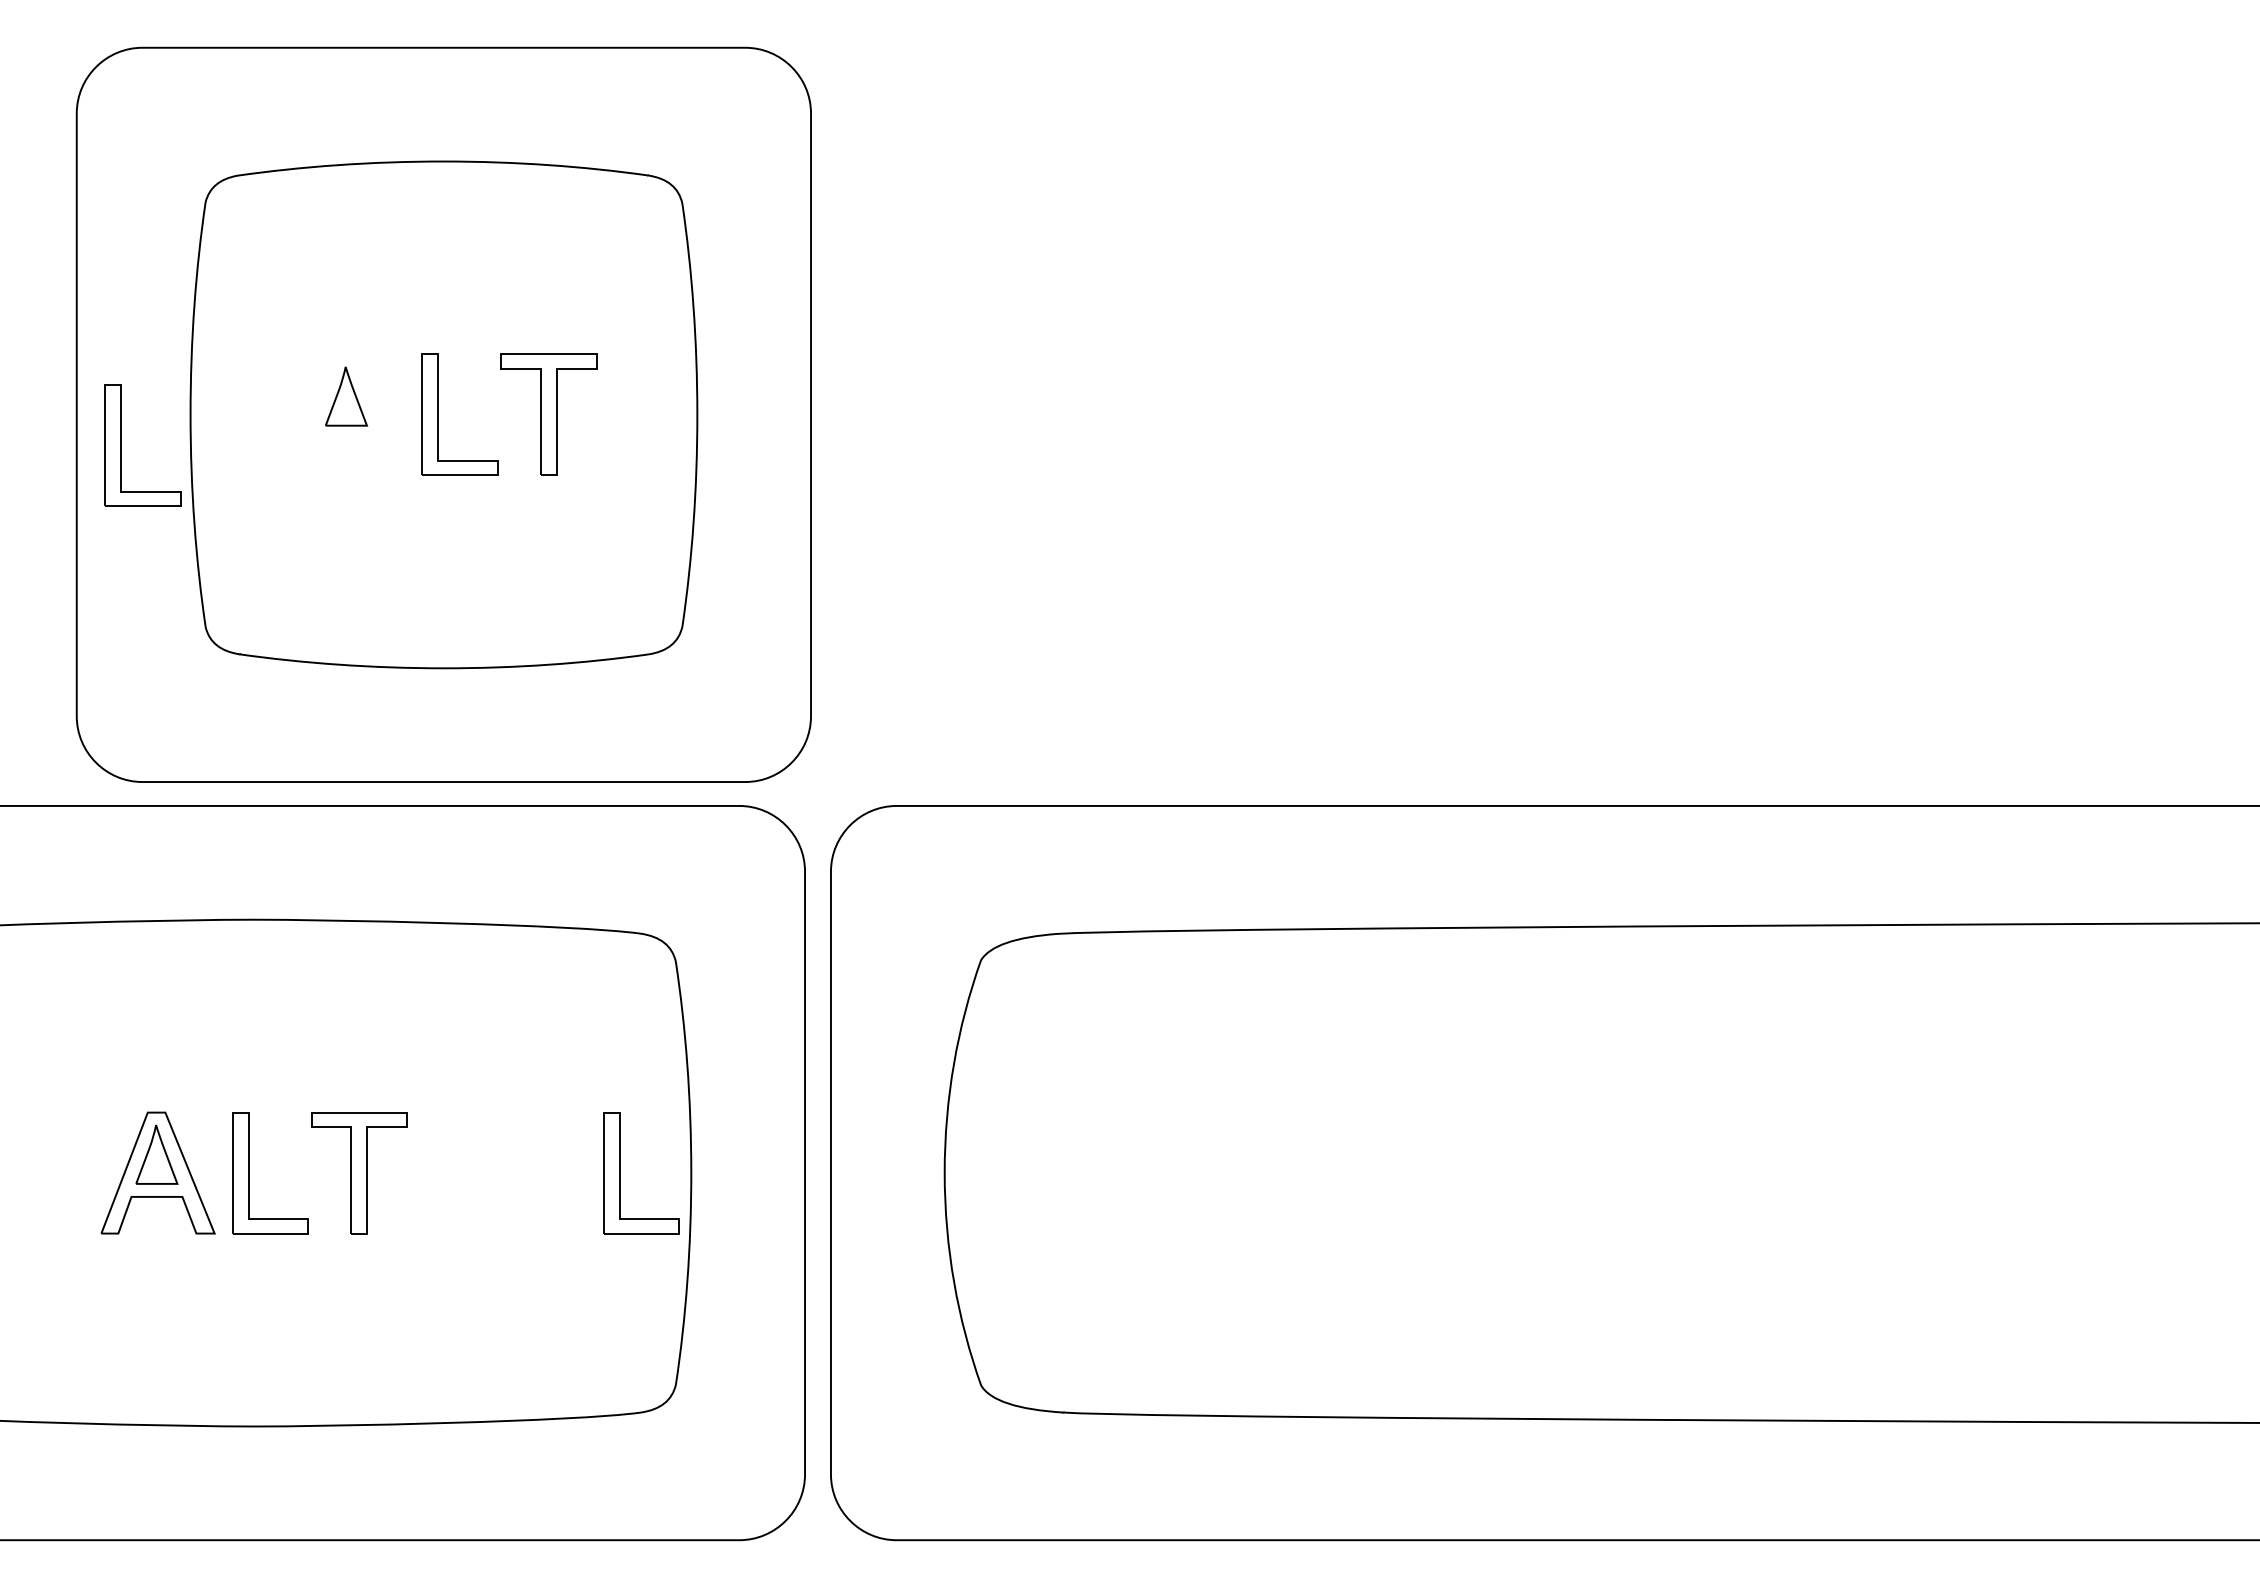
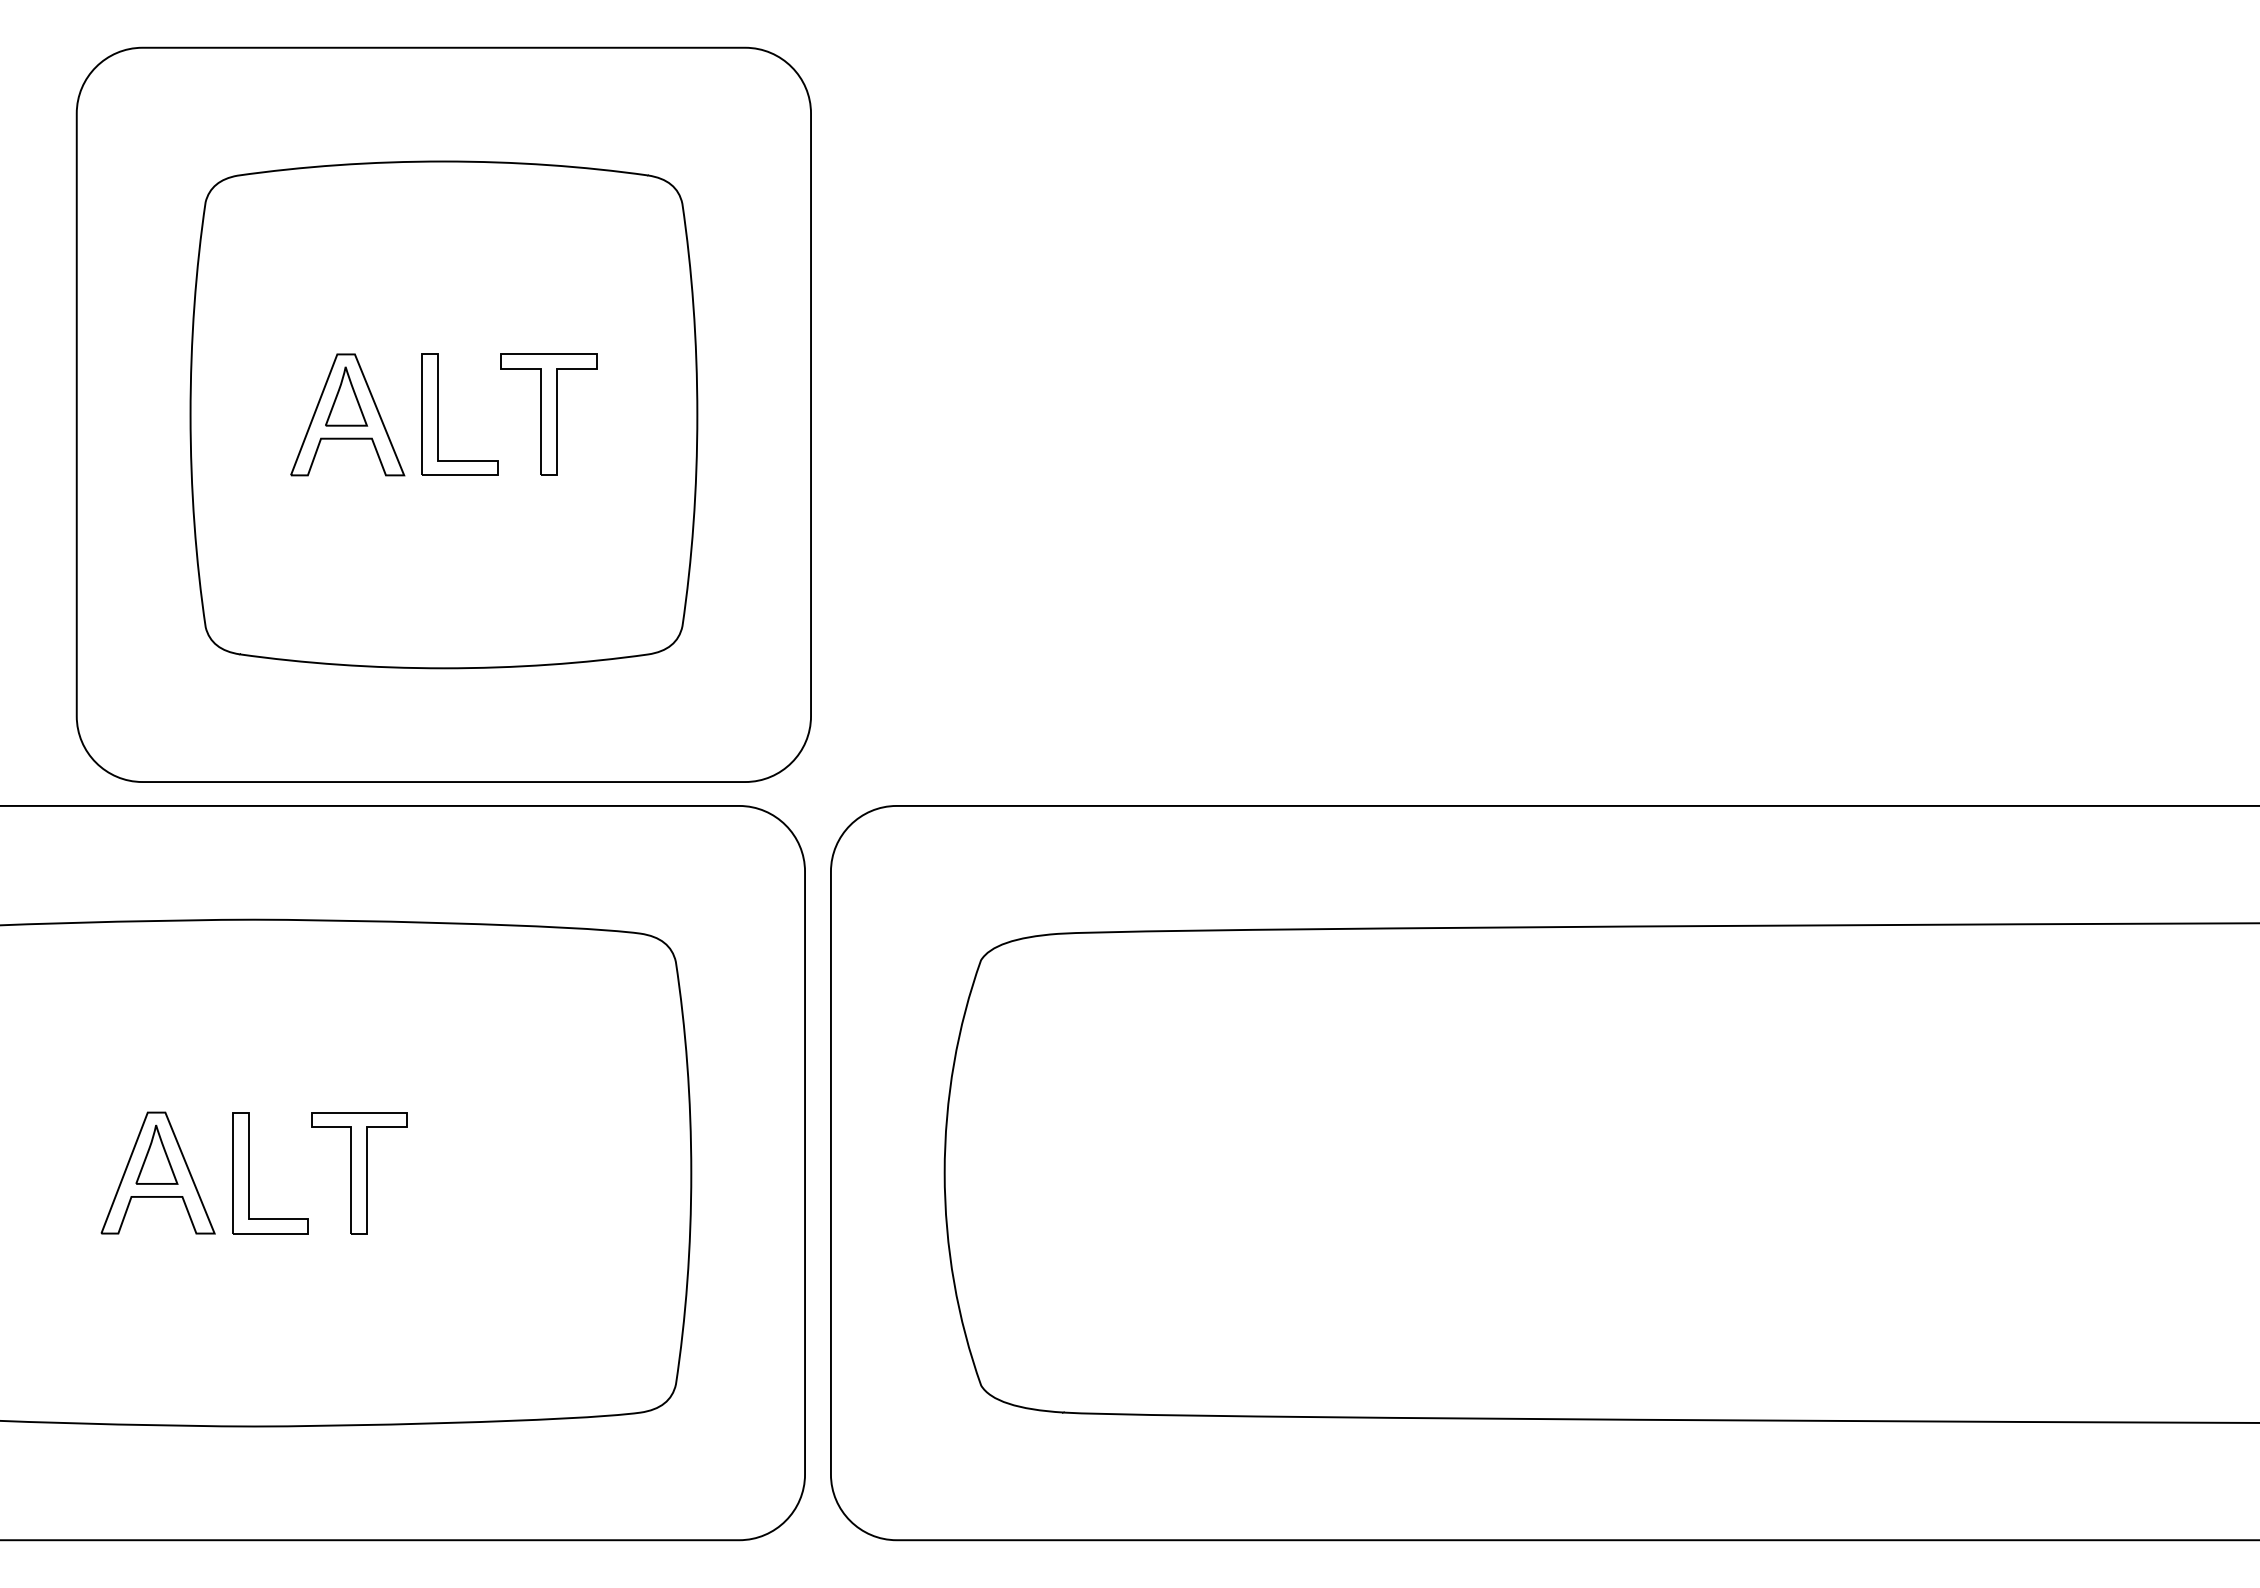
part at (347, 414): none -> present
part at (121, 445): present -> none
part at (620, 1173): present -> none
